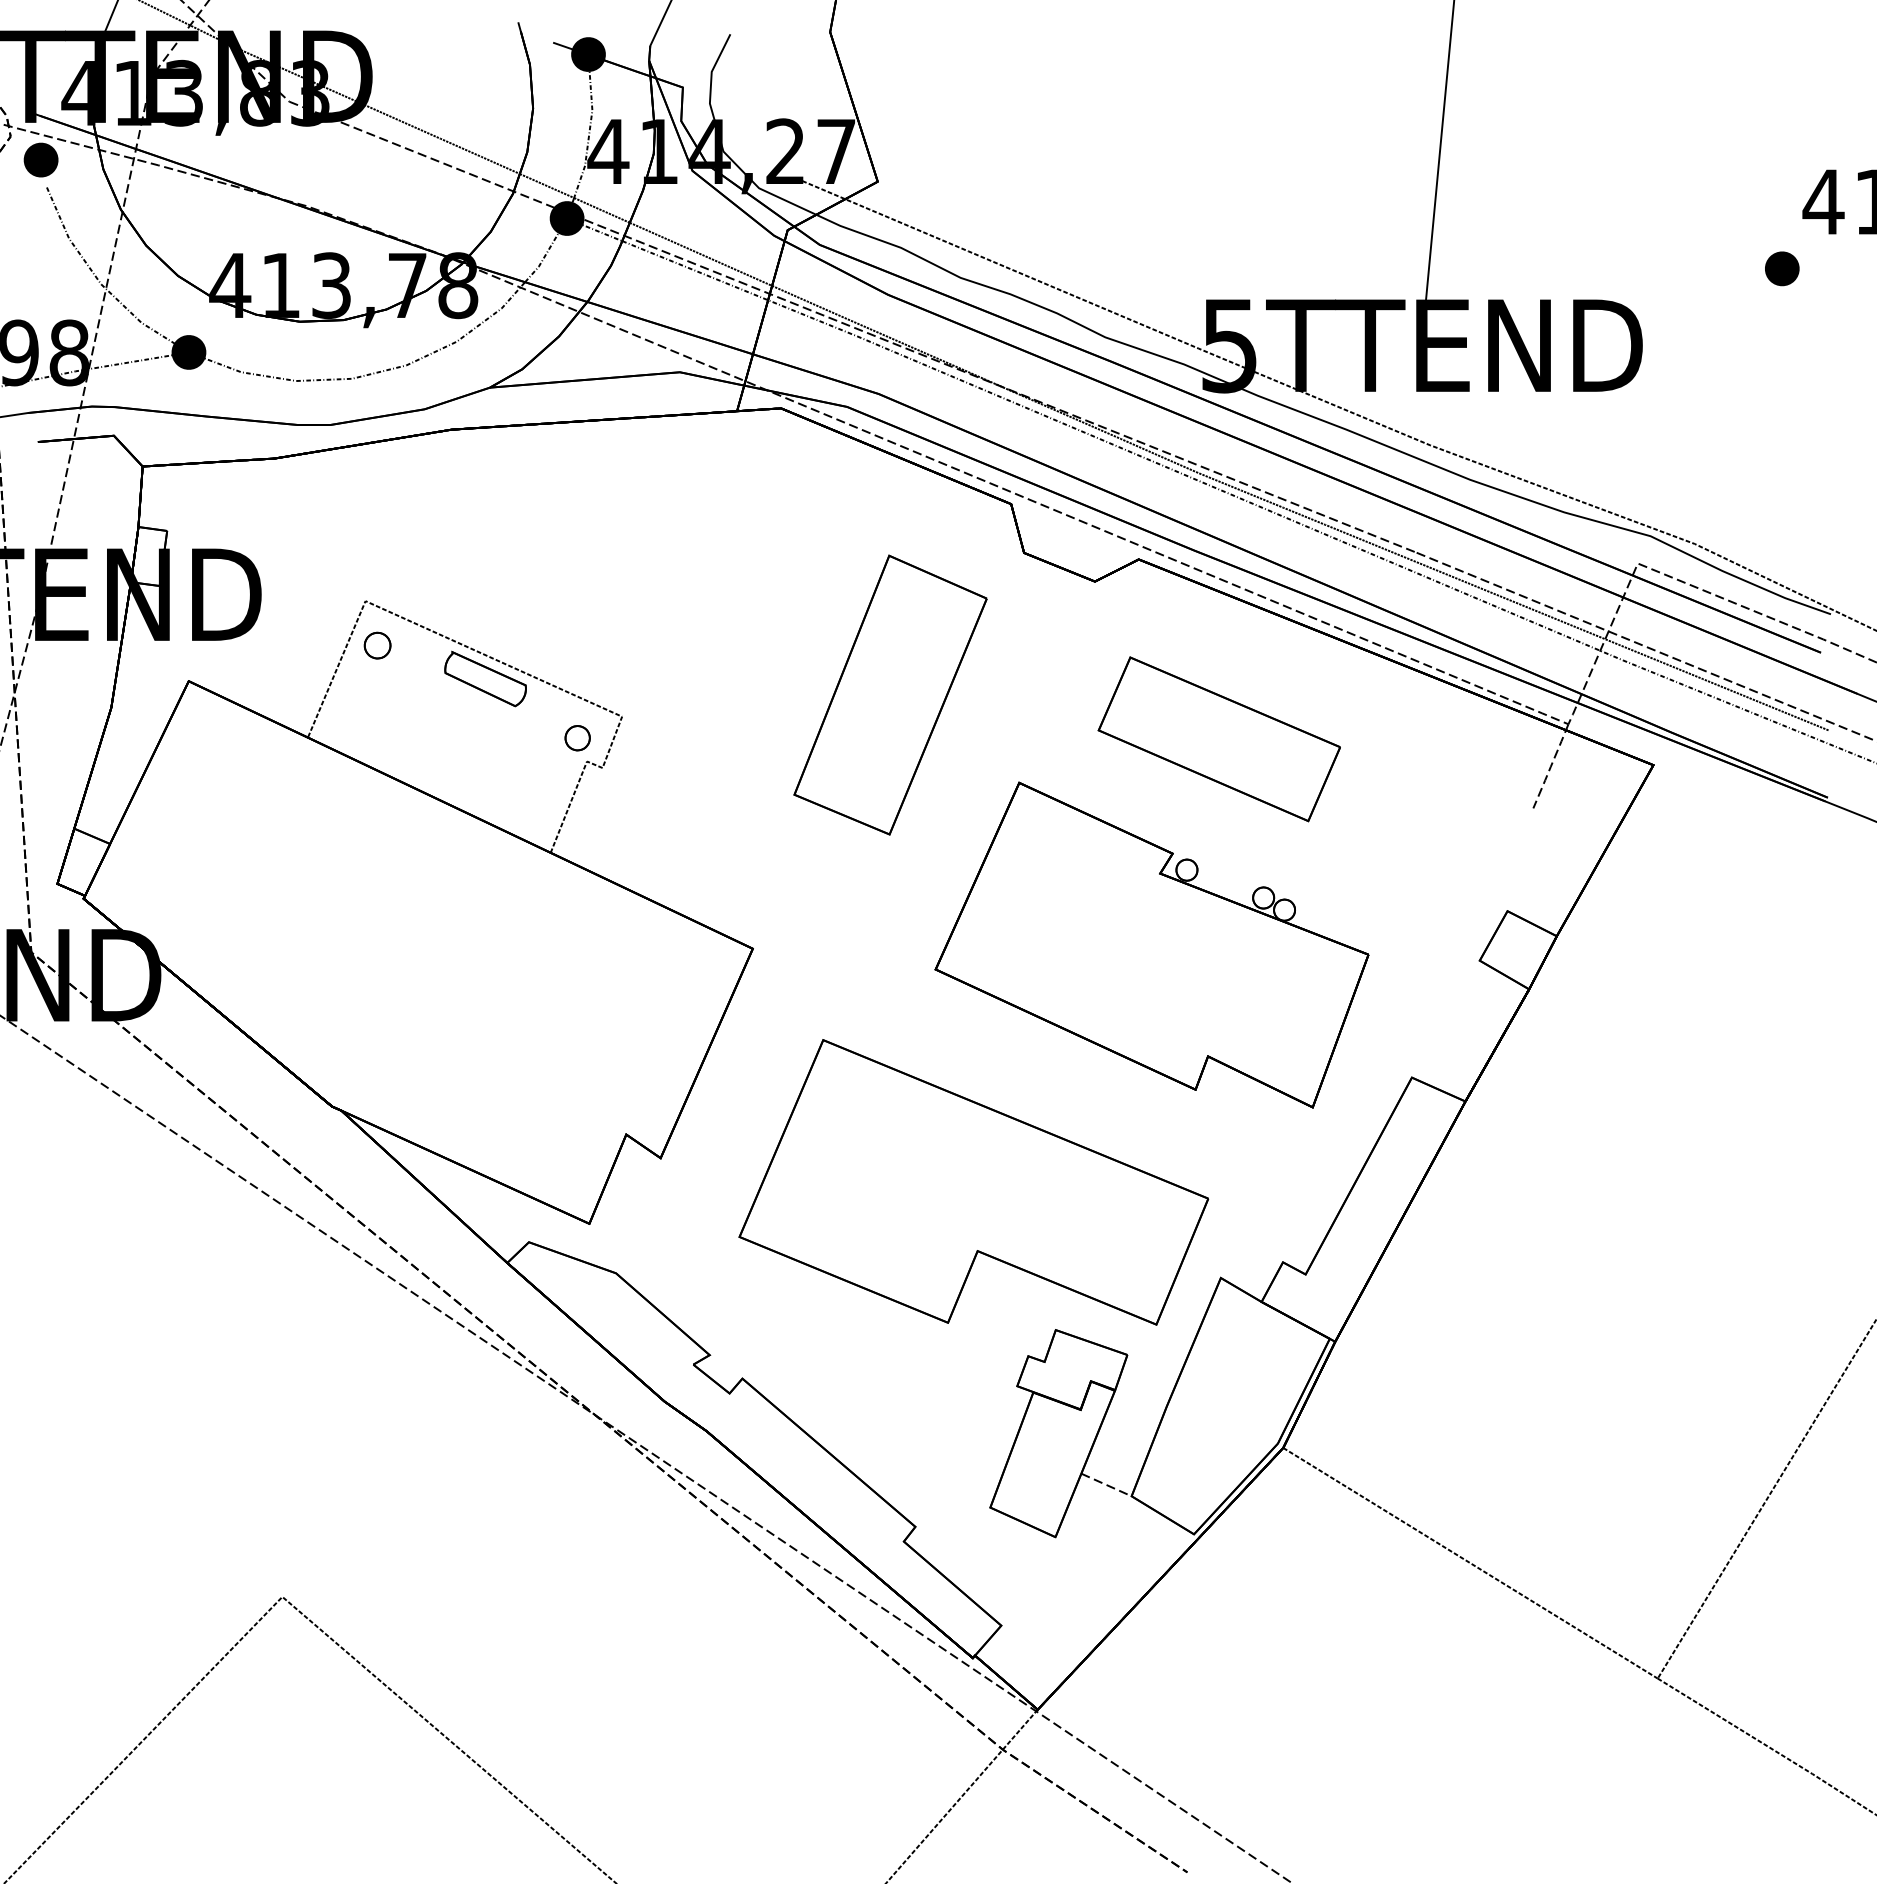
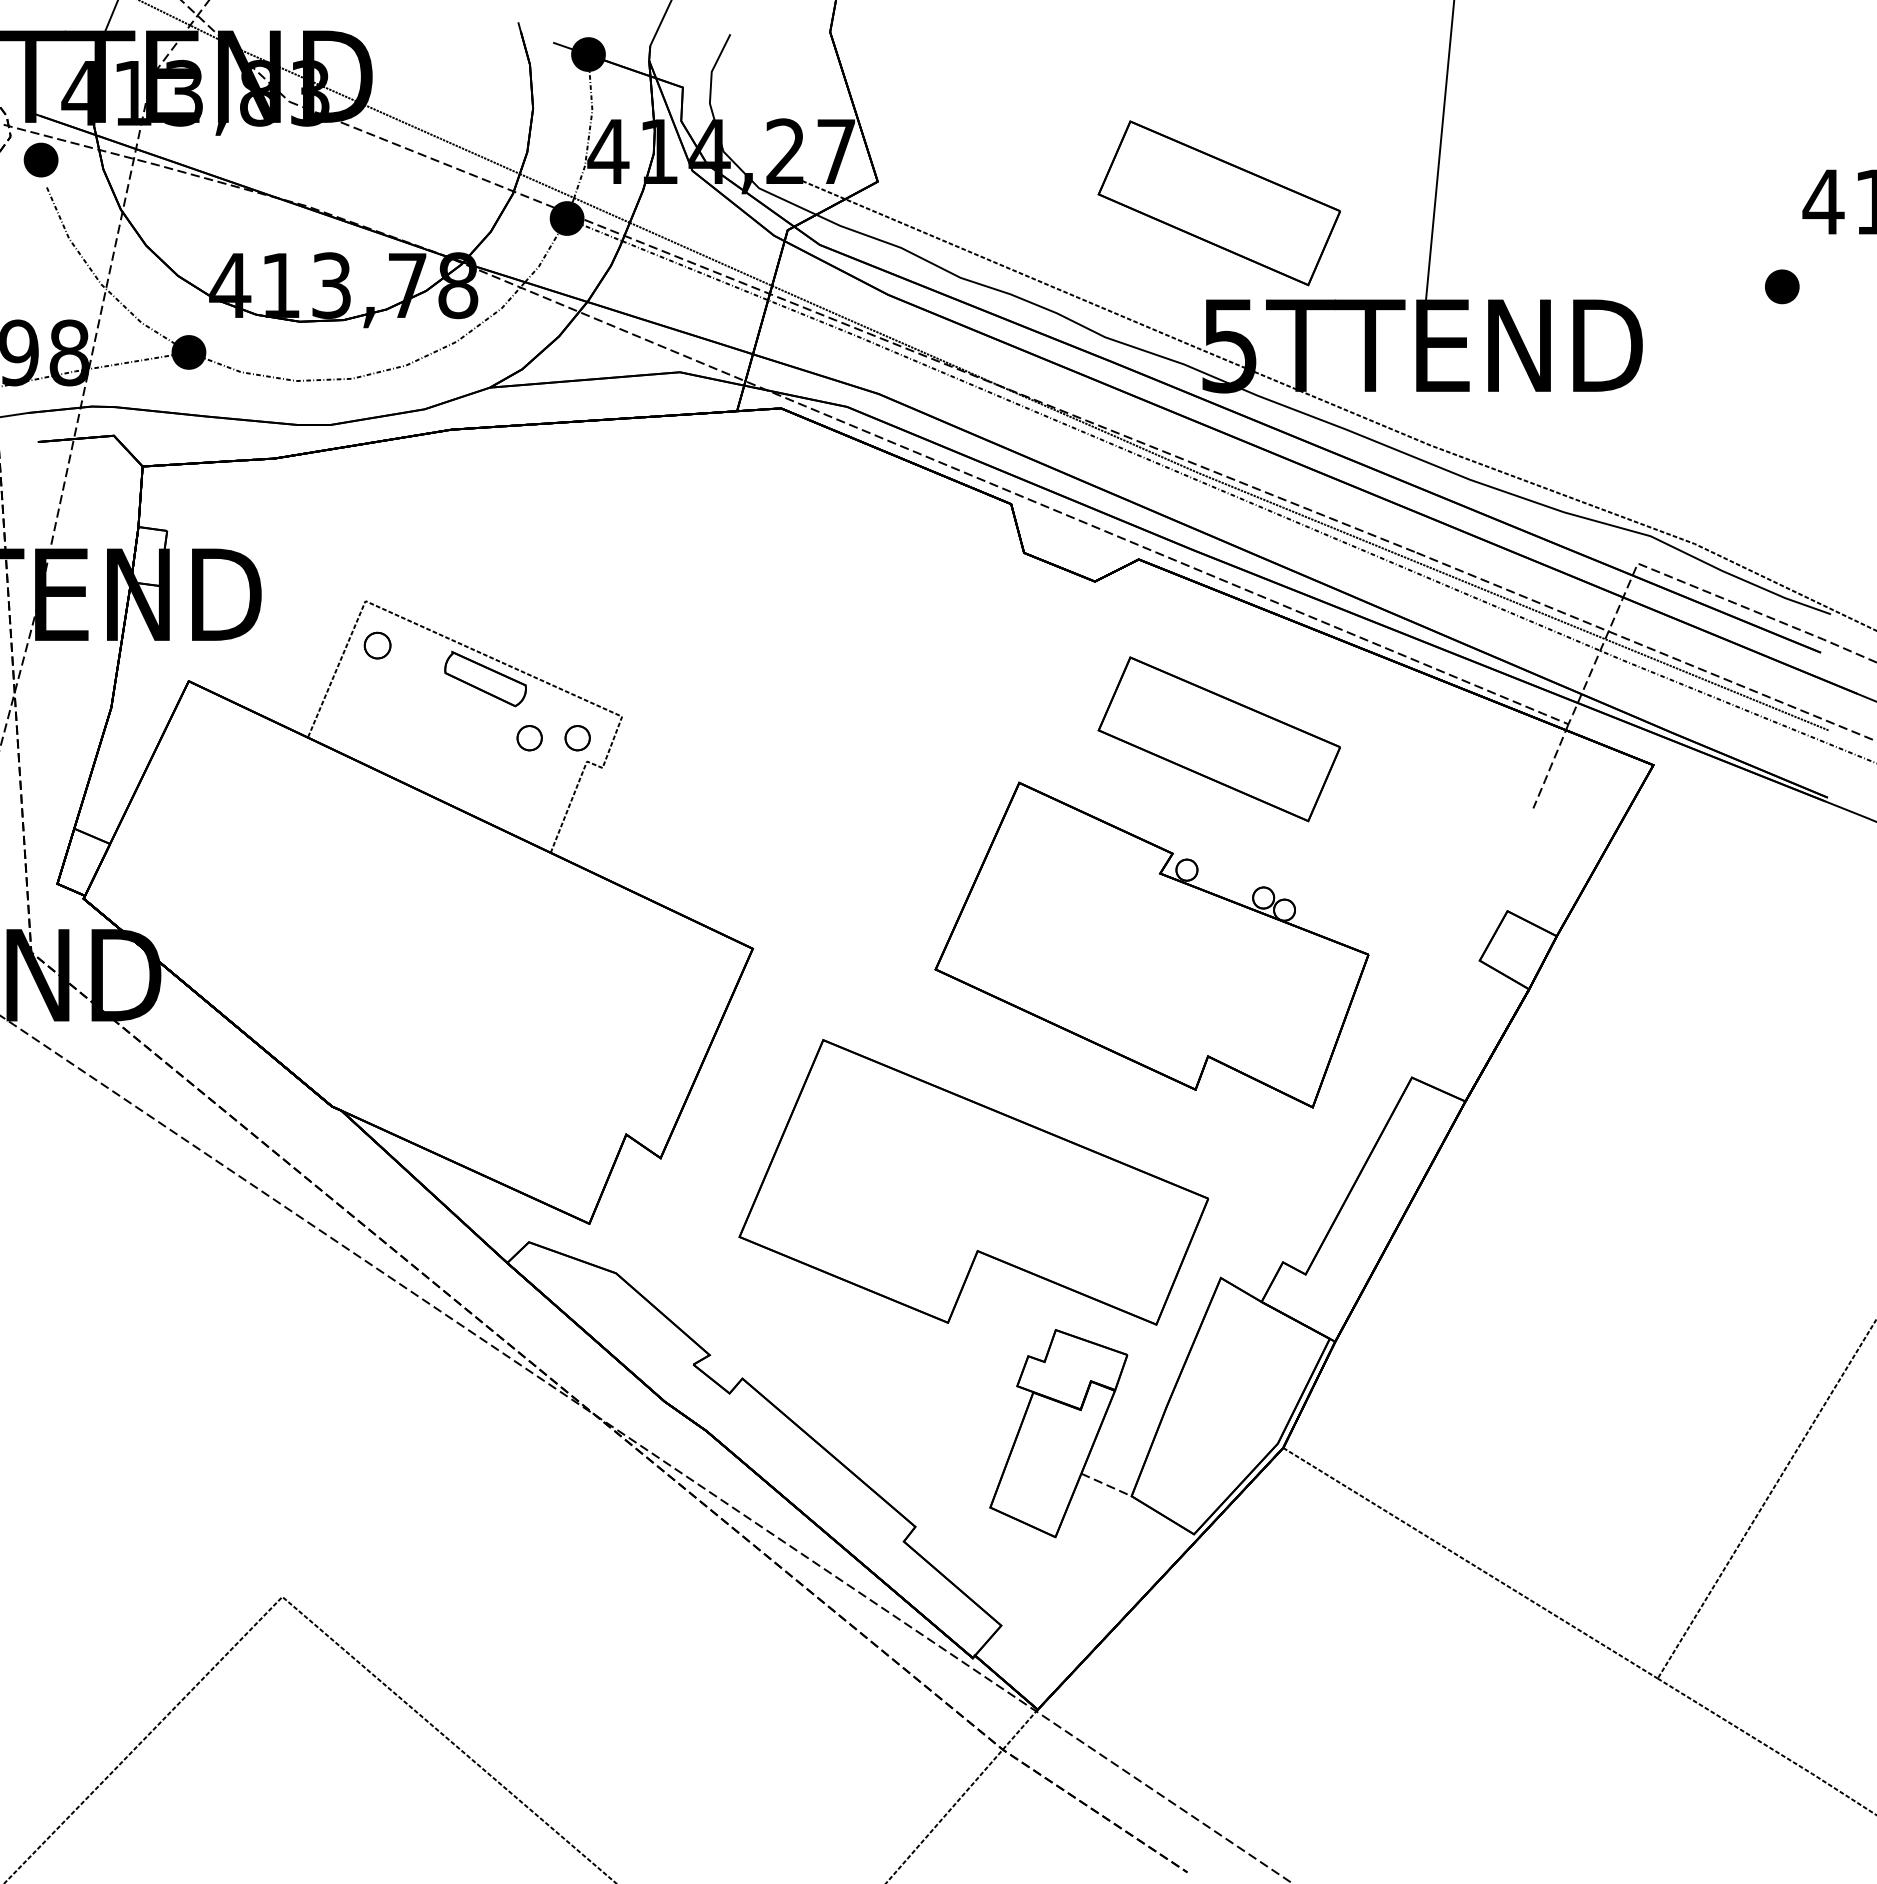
part at (1218, 203): none -> present
part at (1782, 268) position: (1782, 268) -> (1782, 286)
part at (890, 694): present -> none
part at (529, 738): none -> present
